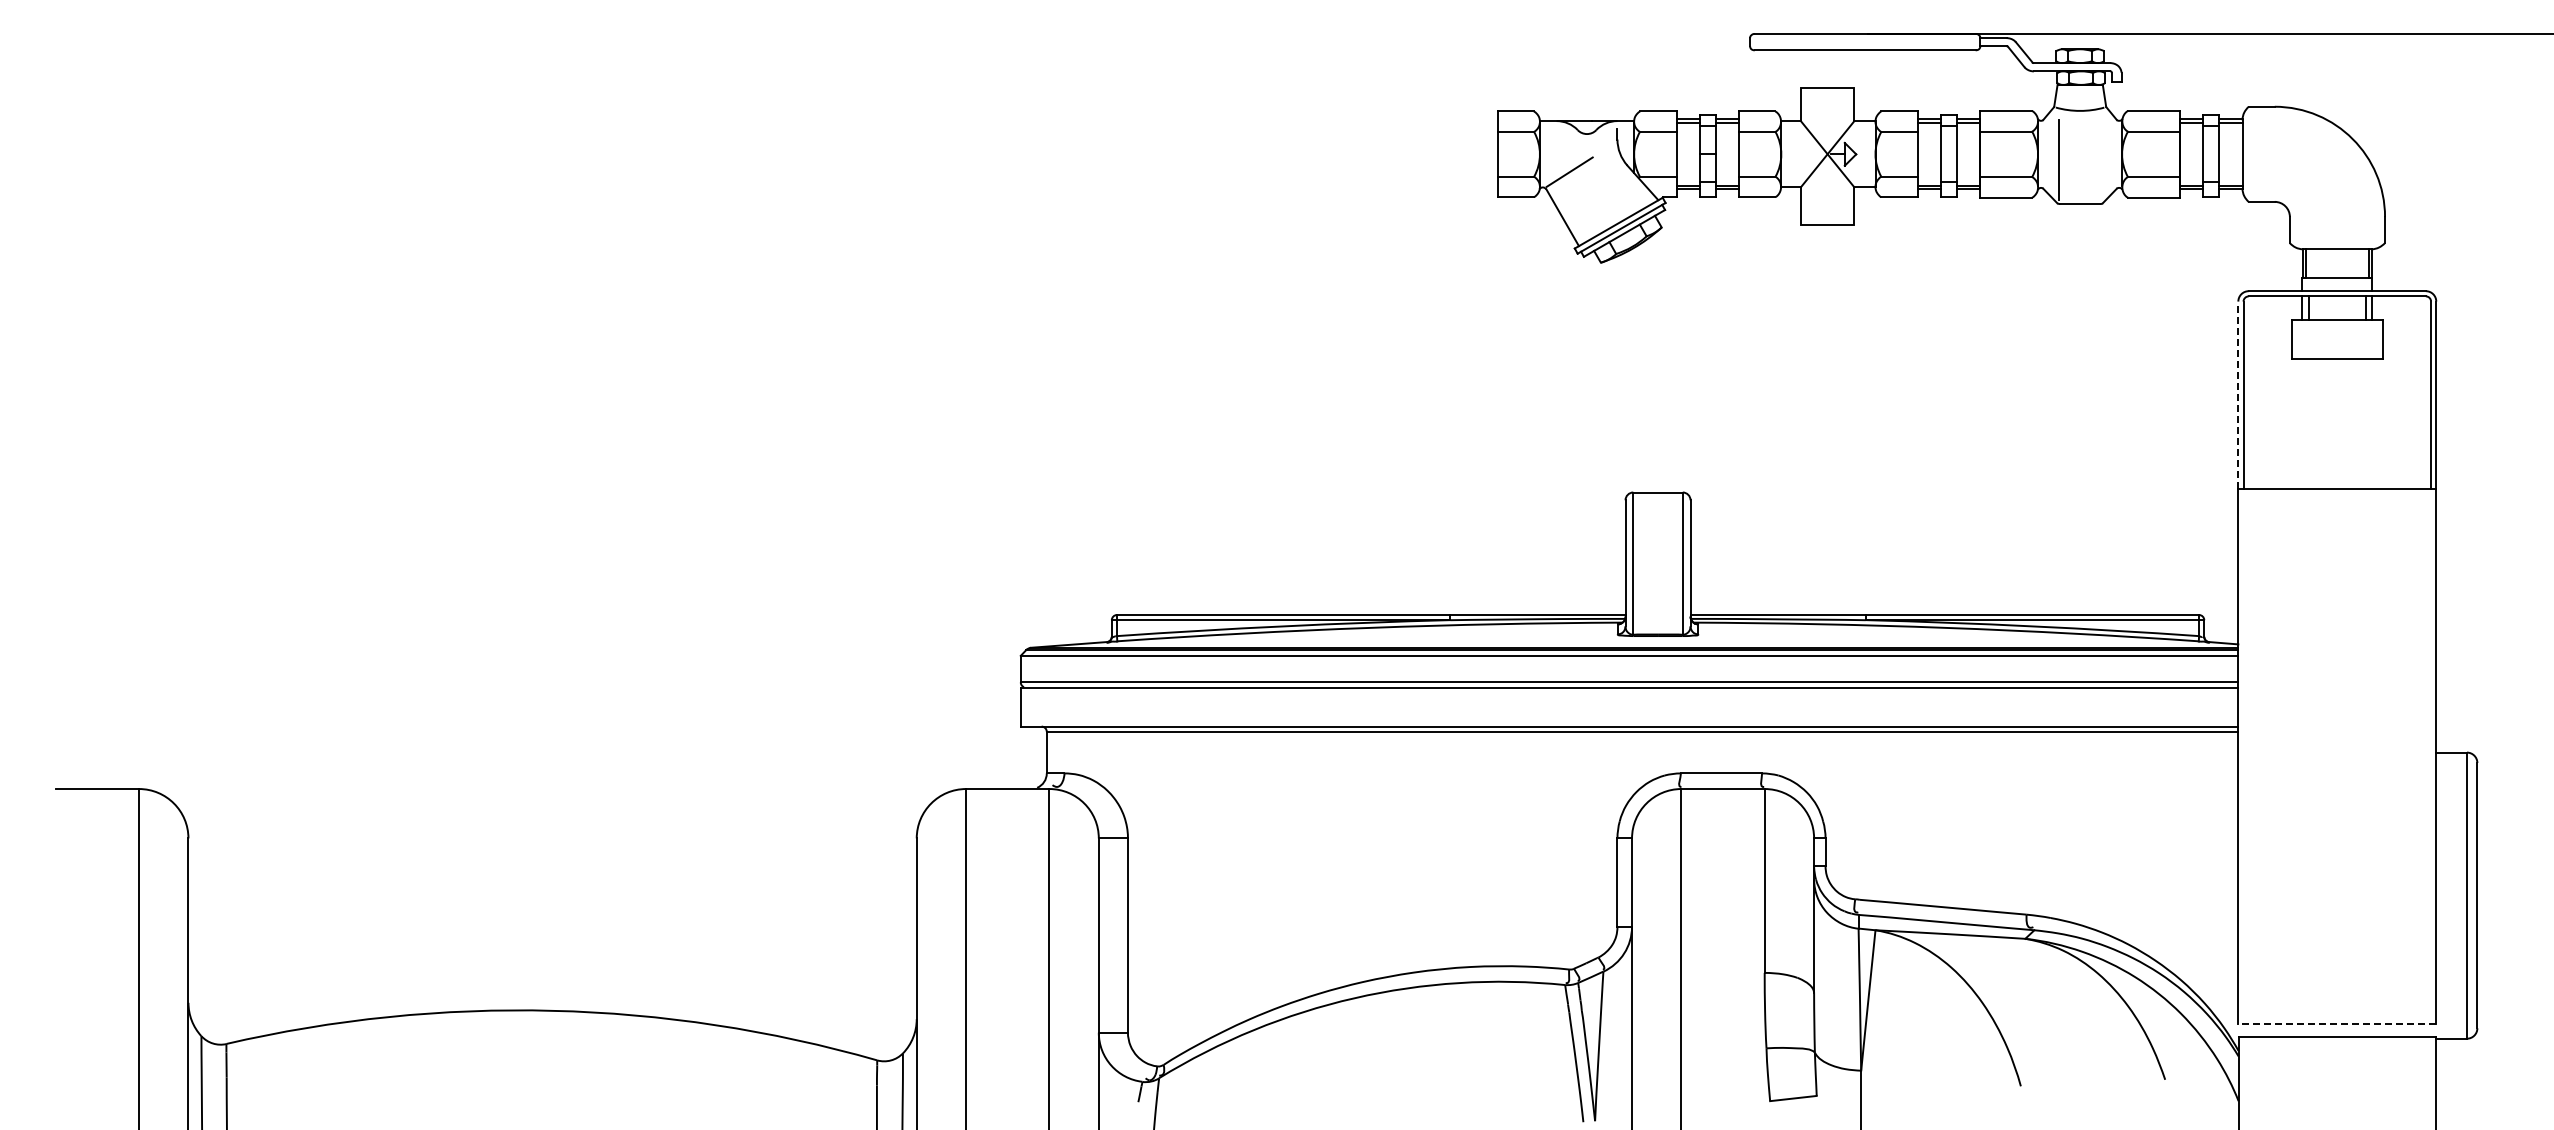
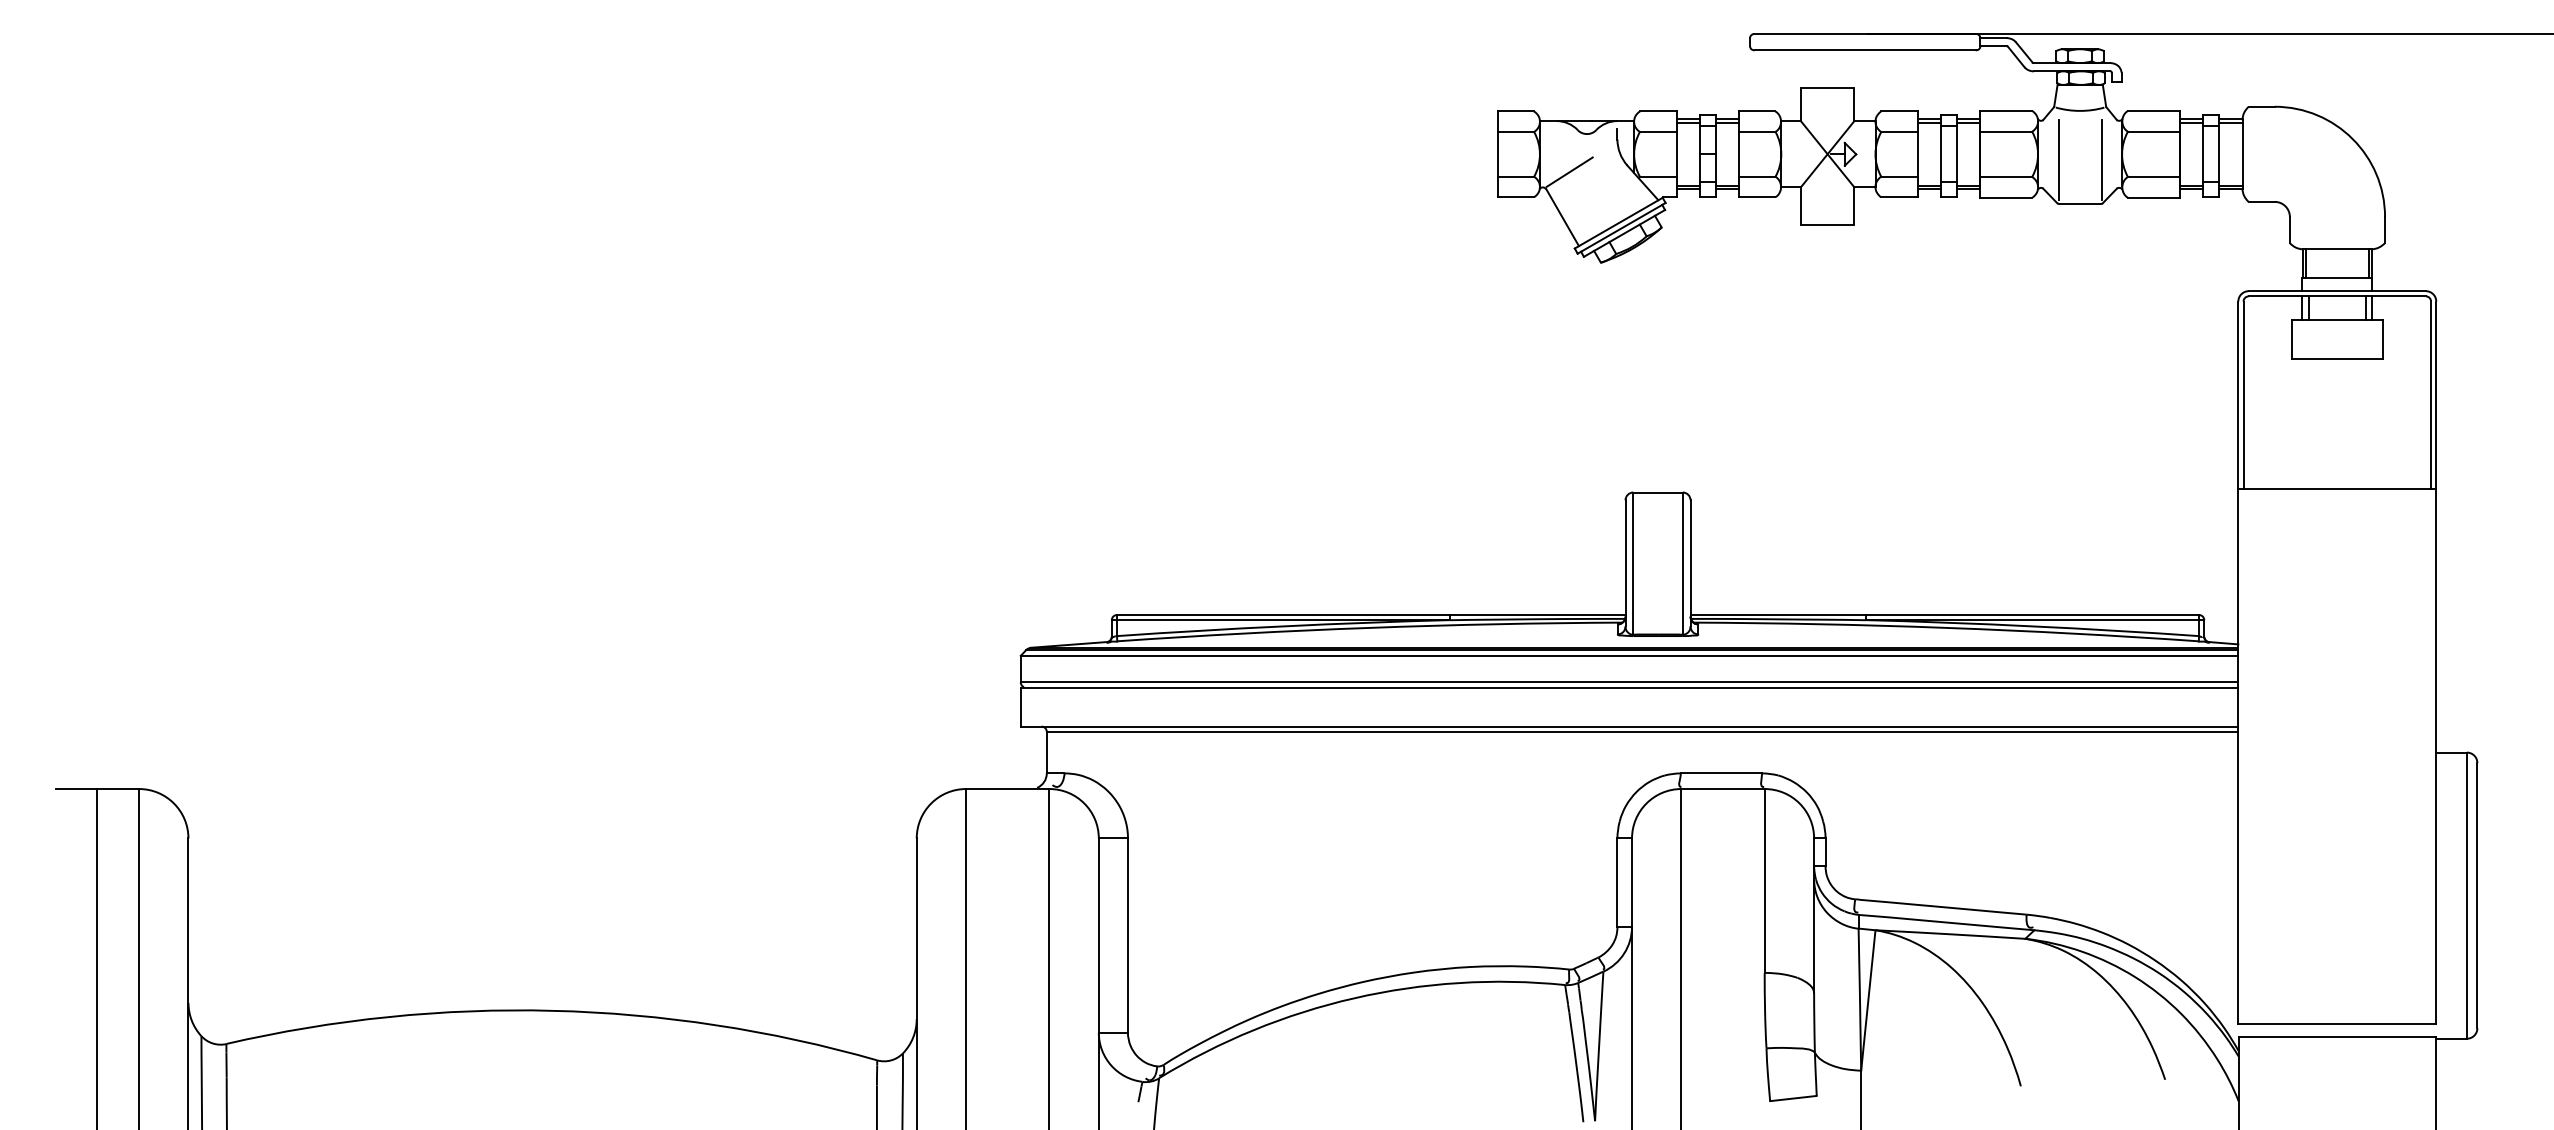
line at (2101, 159): none -> present
line at (2238, 395): dashed -> solid
line at (97, 957): none -> present
line at (2337, 1024): dashed -> solid
